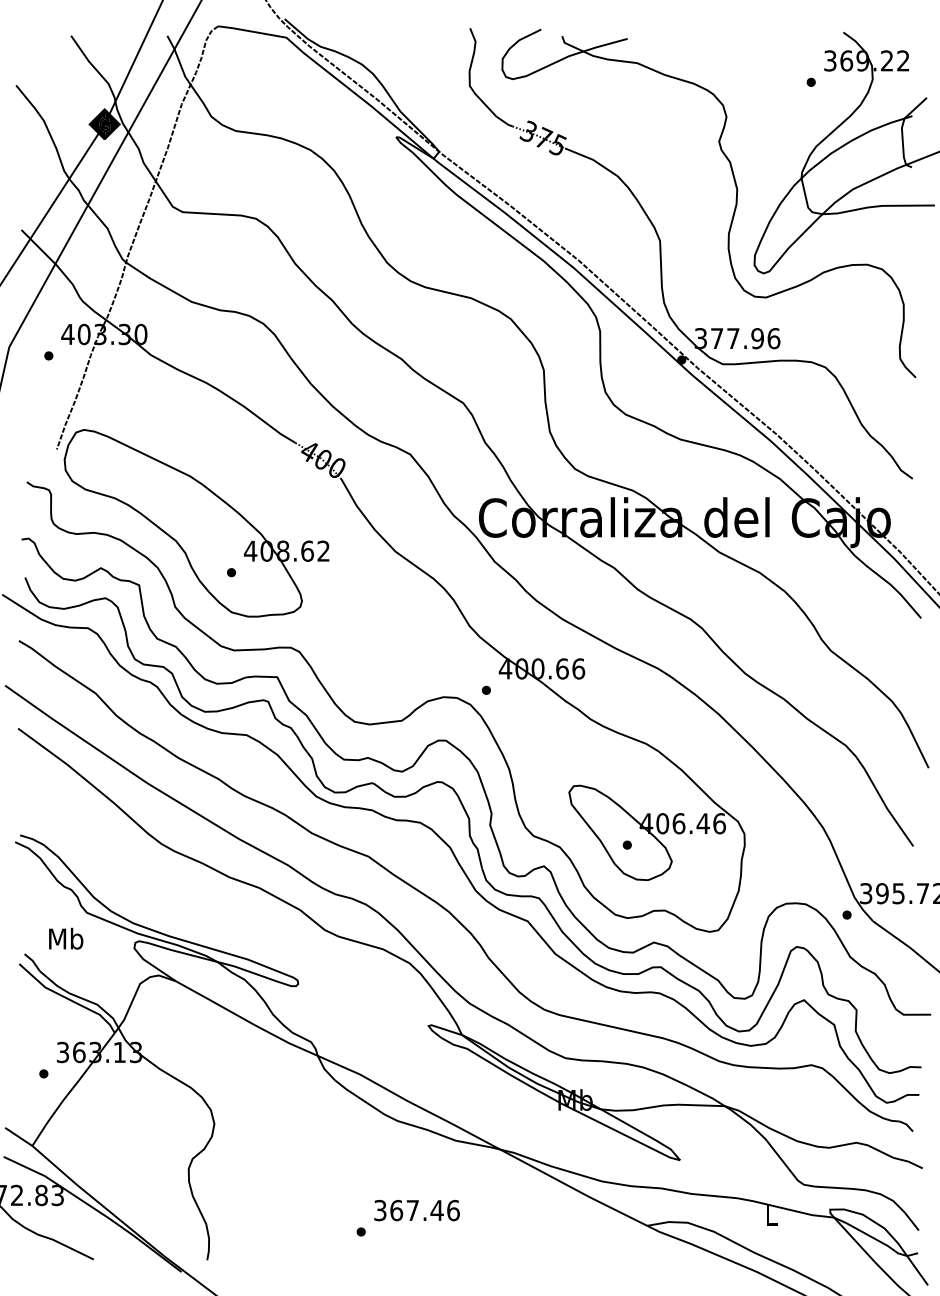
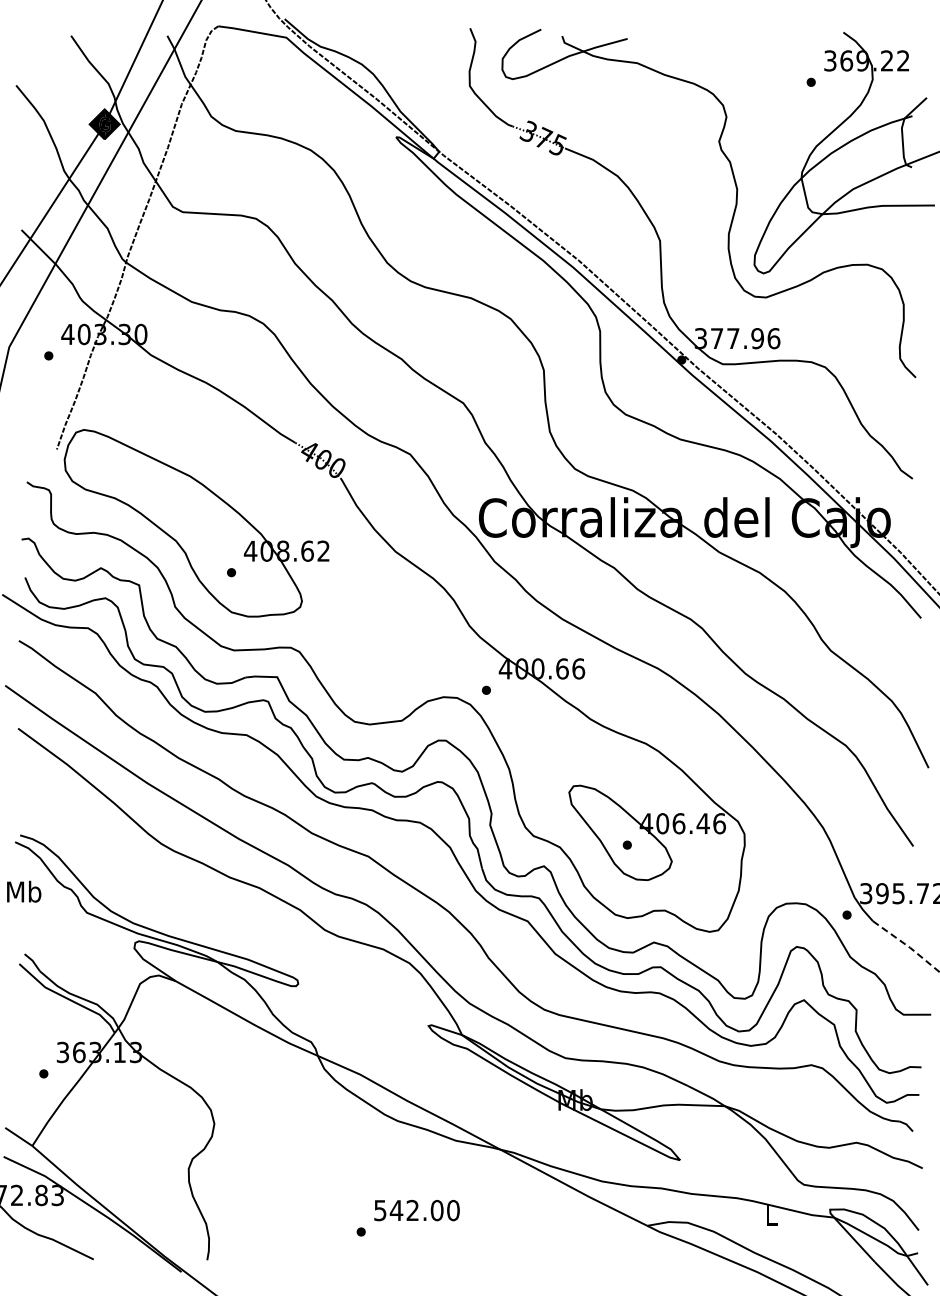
text at (66, 938) position: (66, 938) -> (24, 891)
line at (907, 946): solid -> dashed
text at (416, 1210): 367.46 -> 542.00
